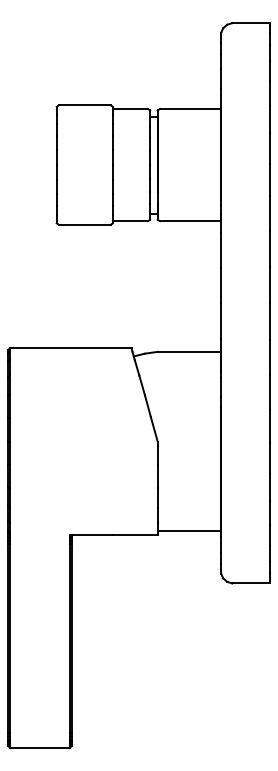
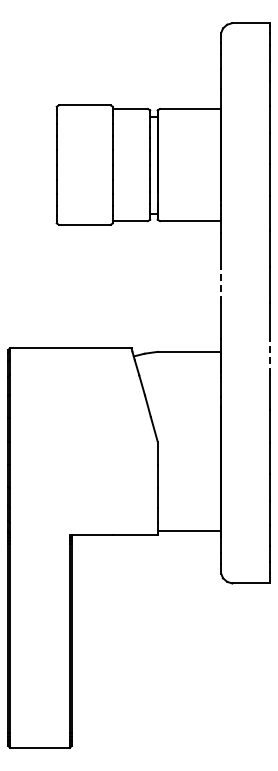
line at (221, 285): solid -> dashed
line at (269, 357): solid -> dashed
